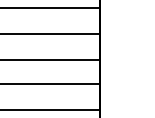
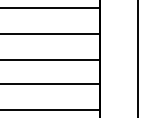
line at (137, 58): none -> present
